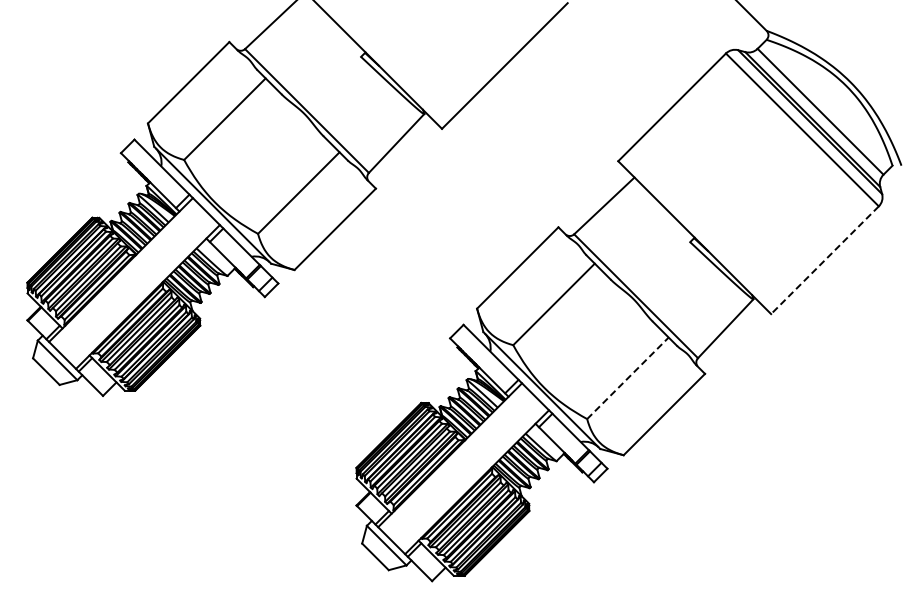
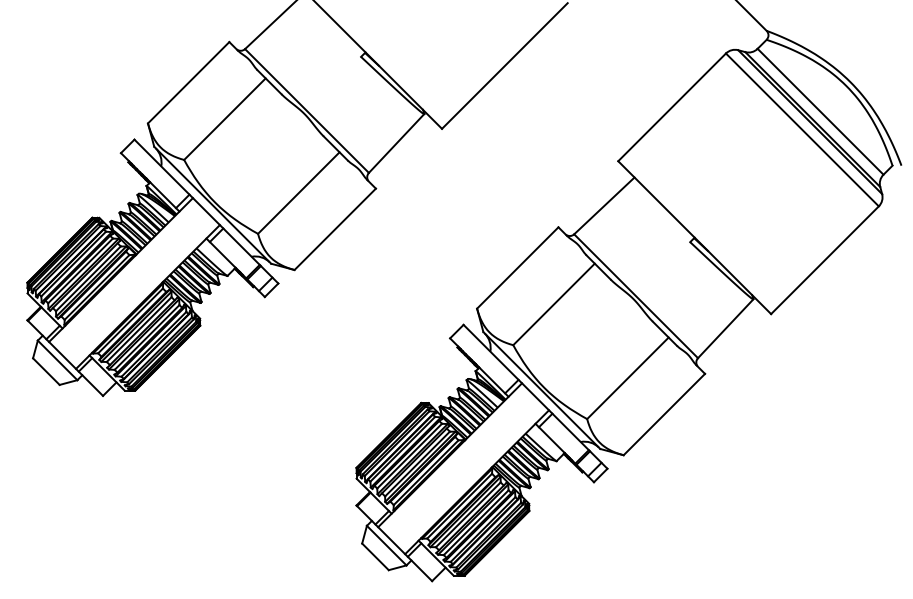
line at (824, 260): dashed -> solid
line at (627, 378): dashed -> solid
